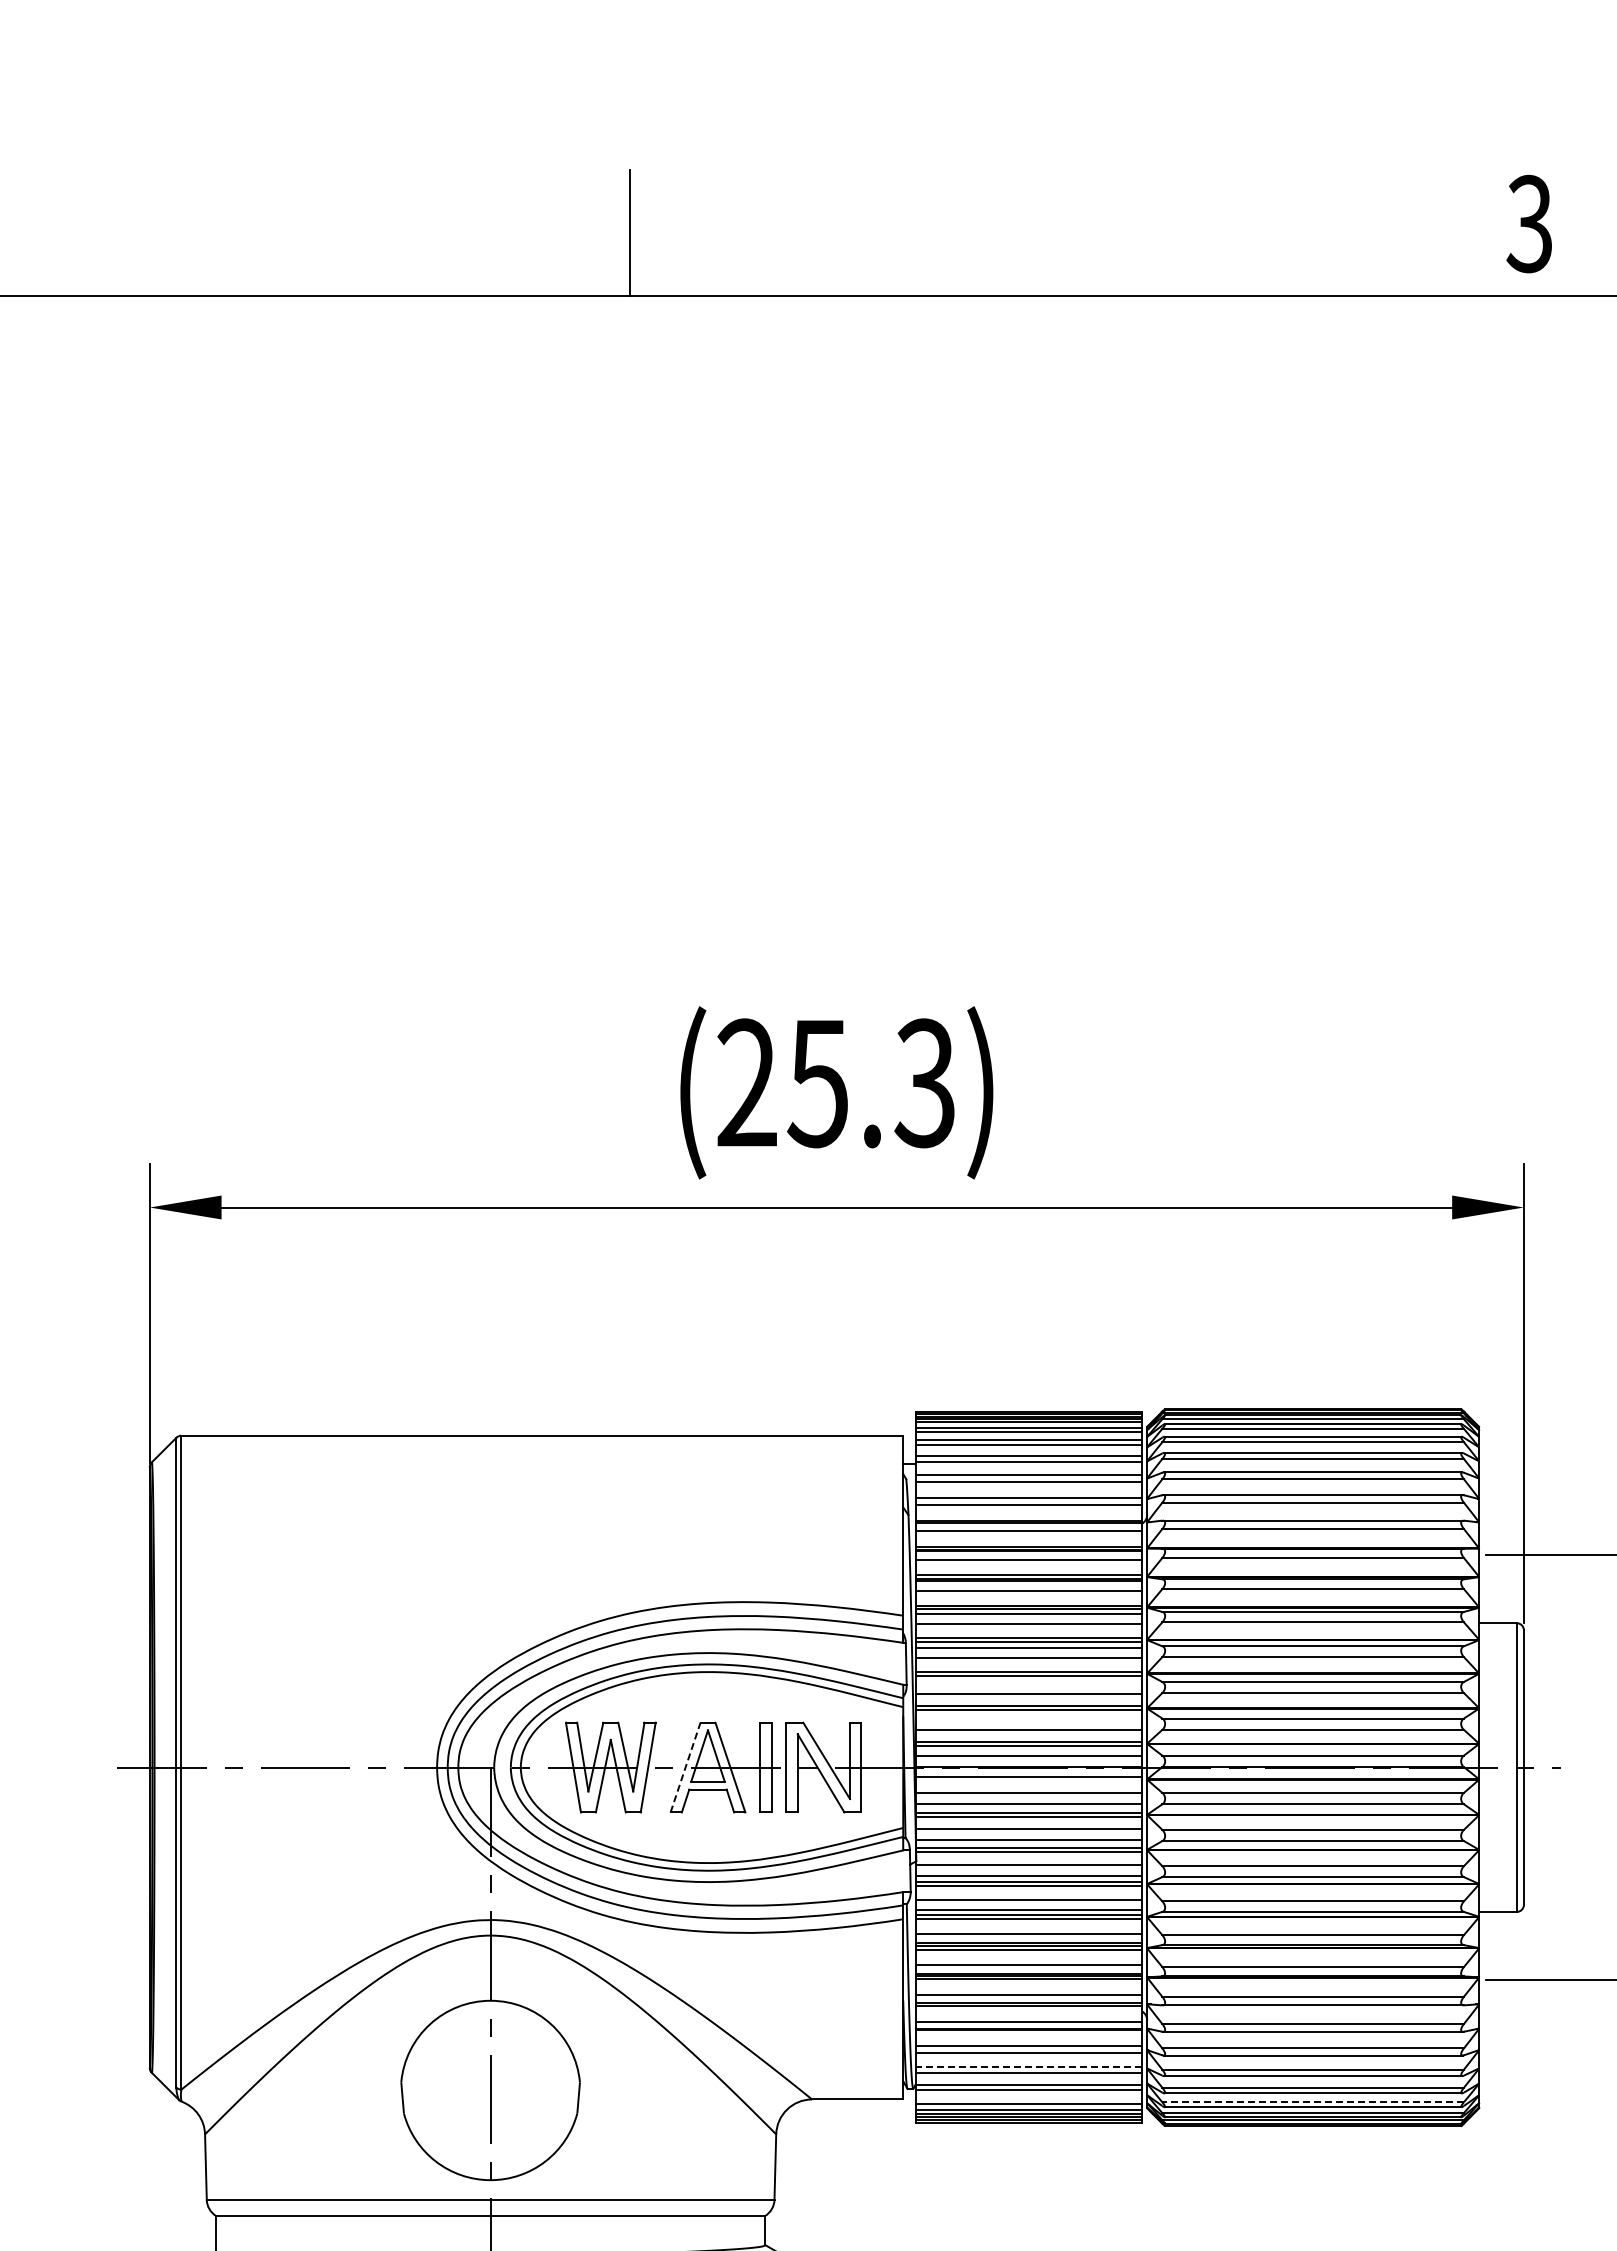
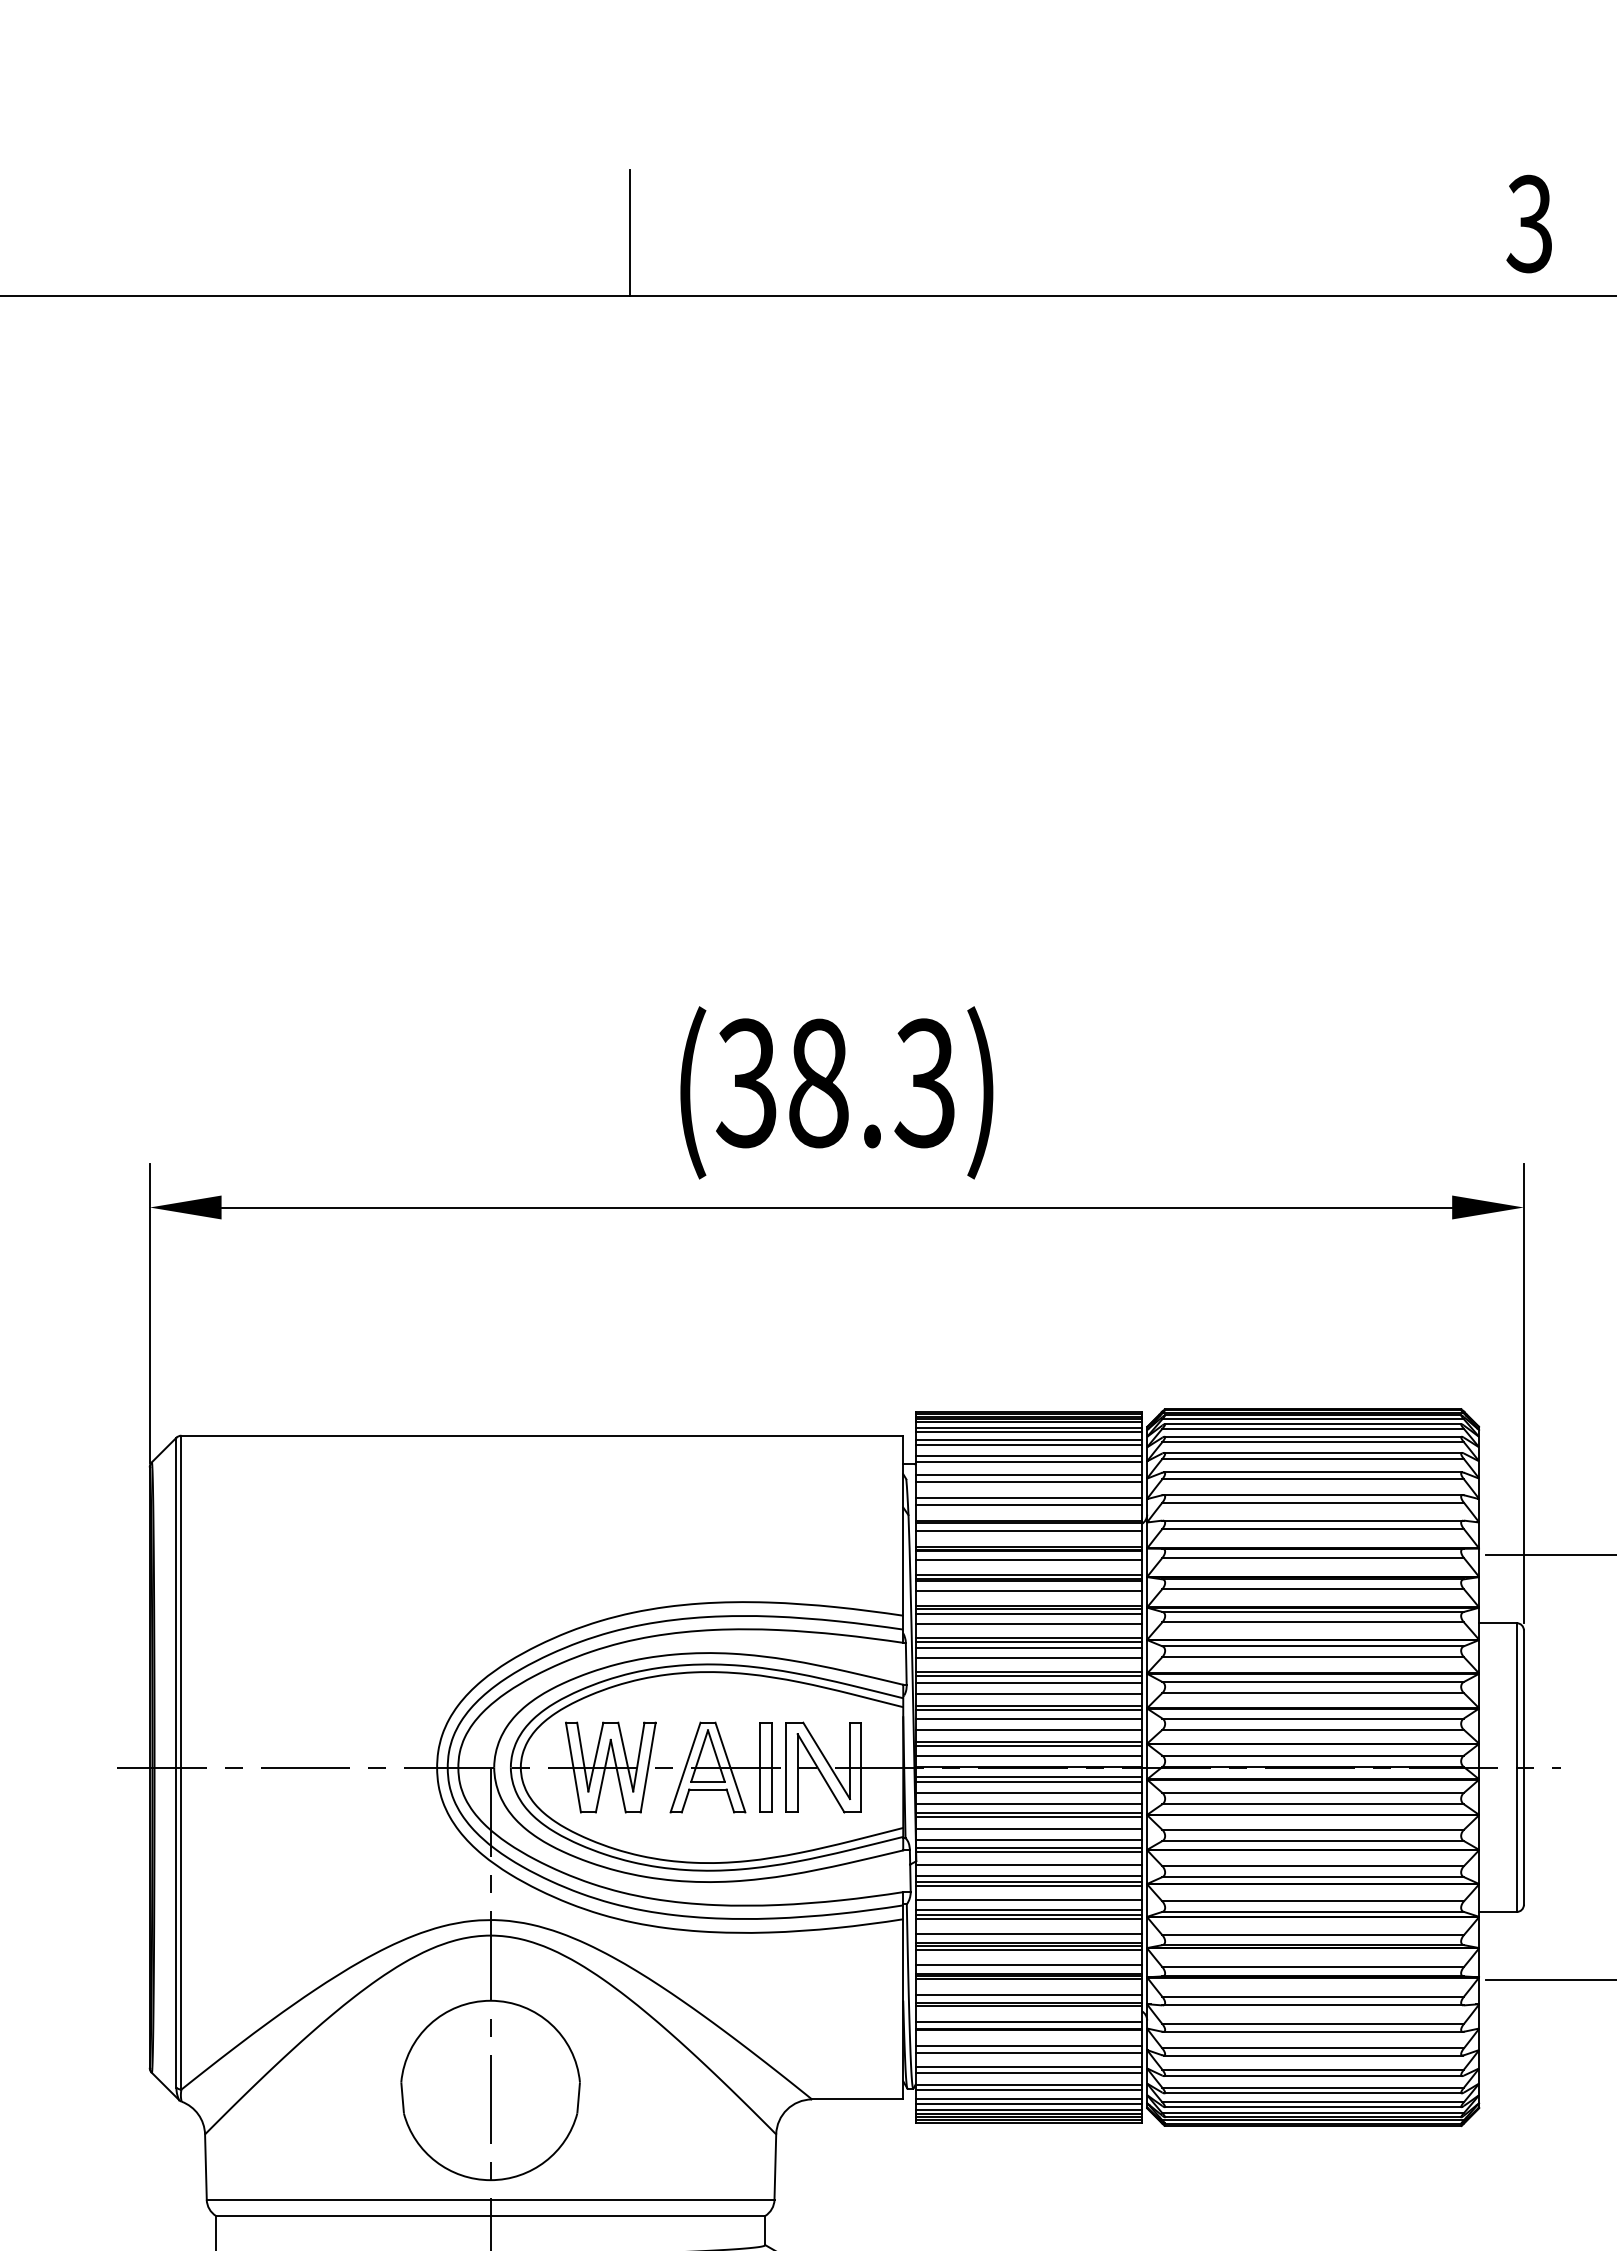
text at (782, 1083): (25.3) -> (38.3)
line at (1028, 1682): none -> present
line at (1028, 1719): none -> present
line at (685, 1767): dashed -> solid
line at (1028, 1781): none -> present
line at (1028, 2067): dashed -> solid
line at (1028, 2099): none -> present
line at (1313, 2102): dashed -> solid
